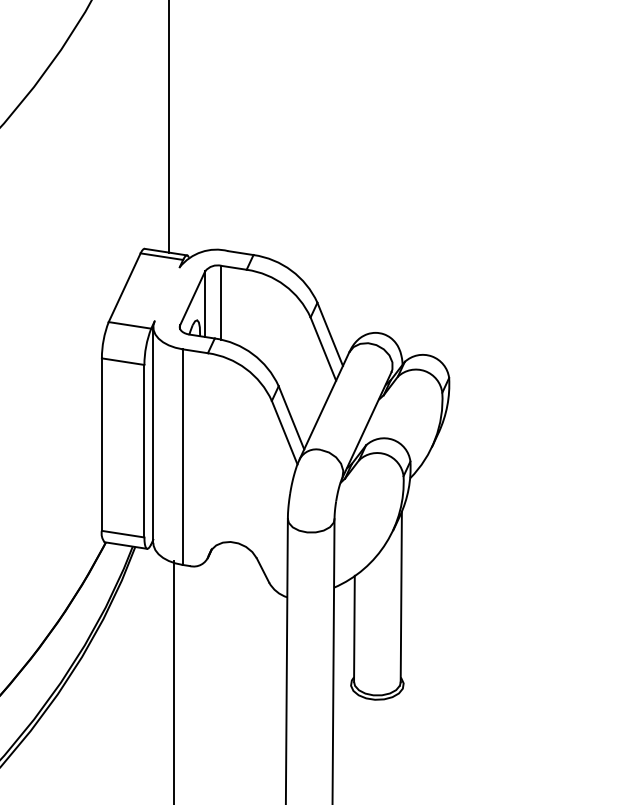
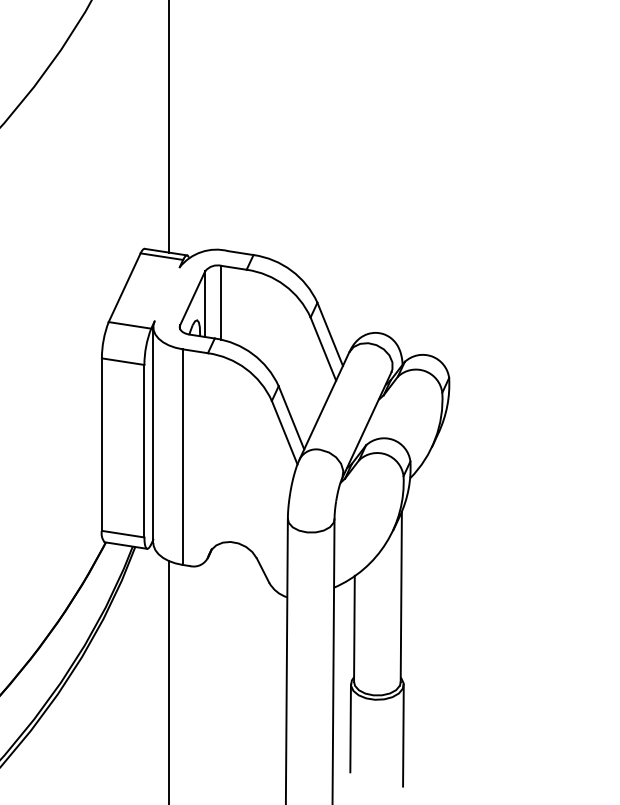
line at (173, 680) position: (173, 680) -> (168, 680)
line at (350, 728): none -> present
line at (403, 735): none -> present
